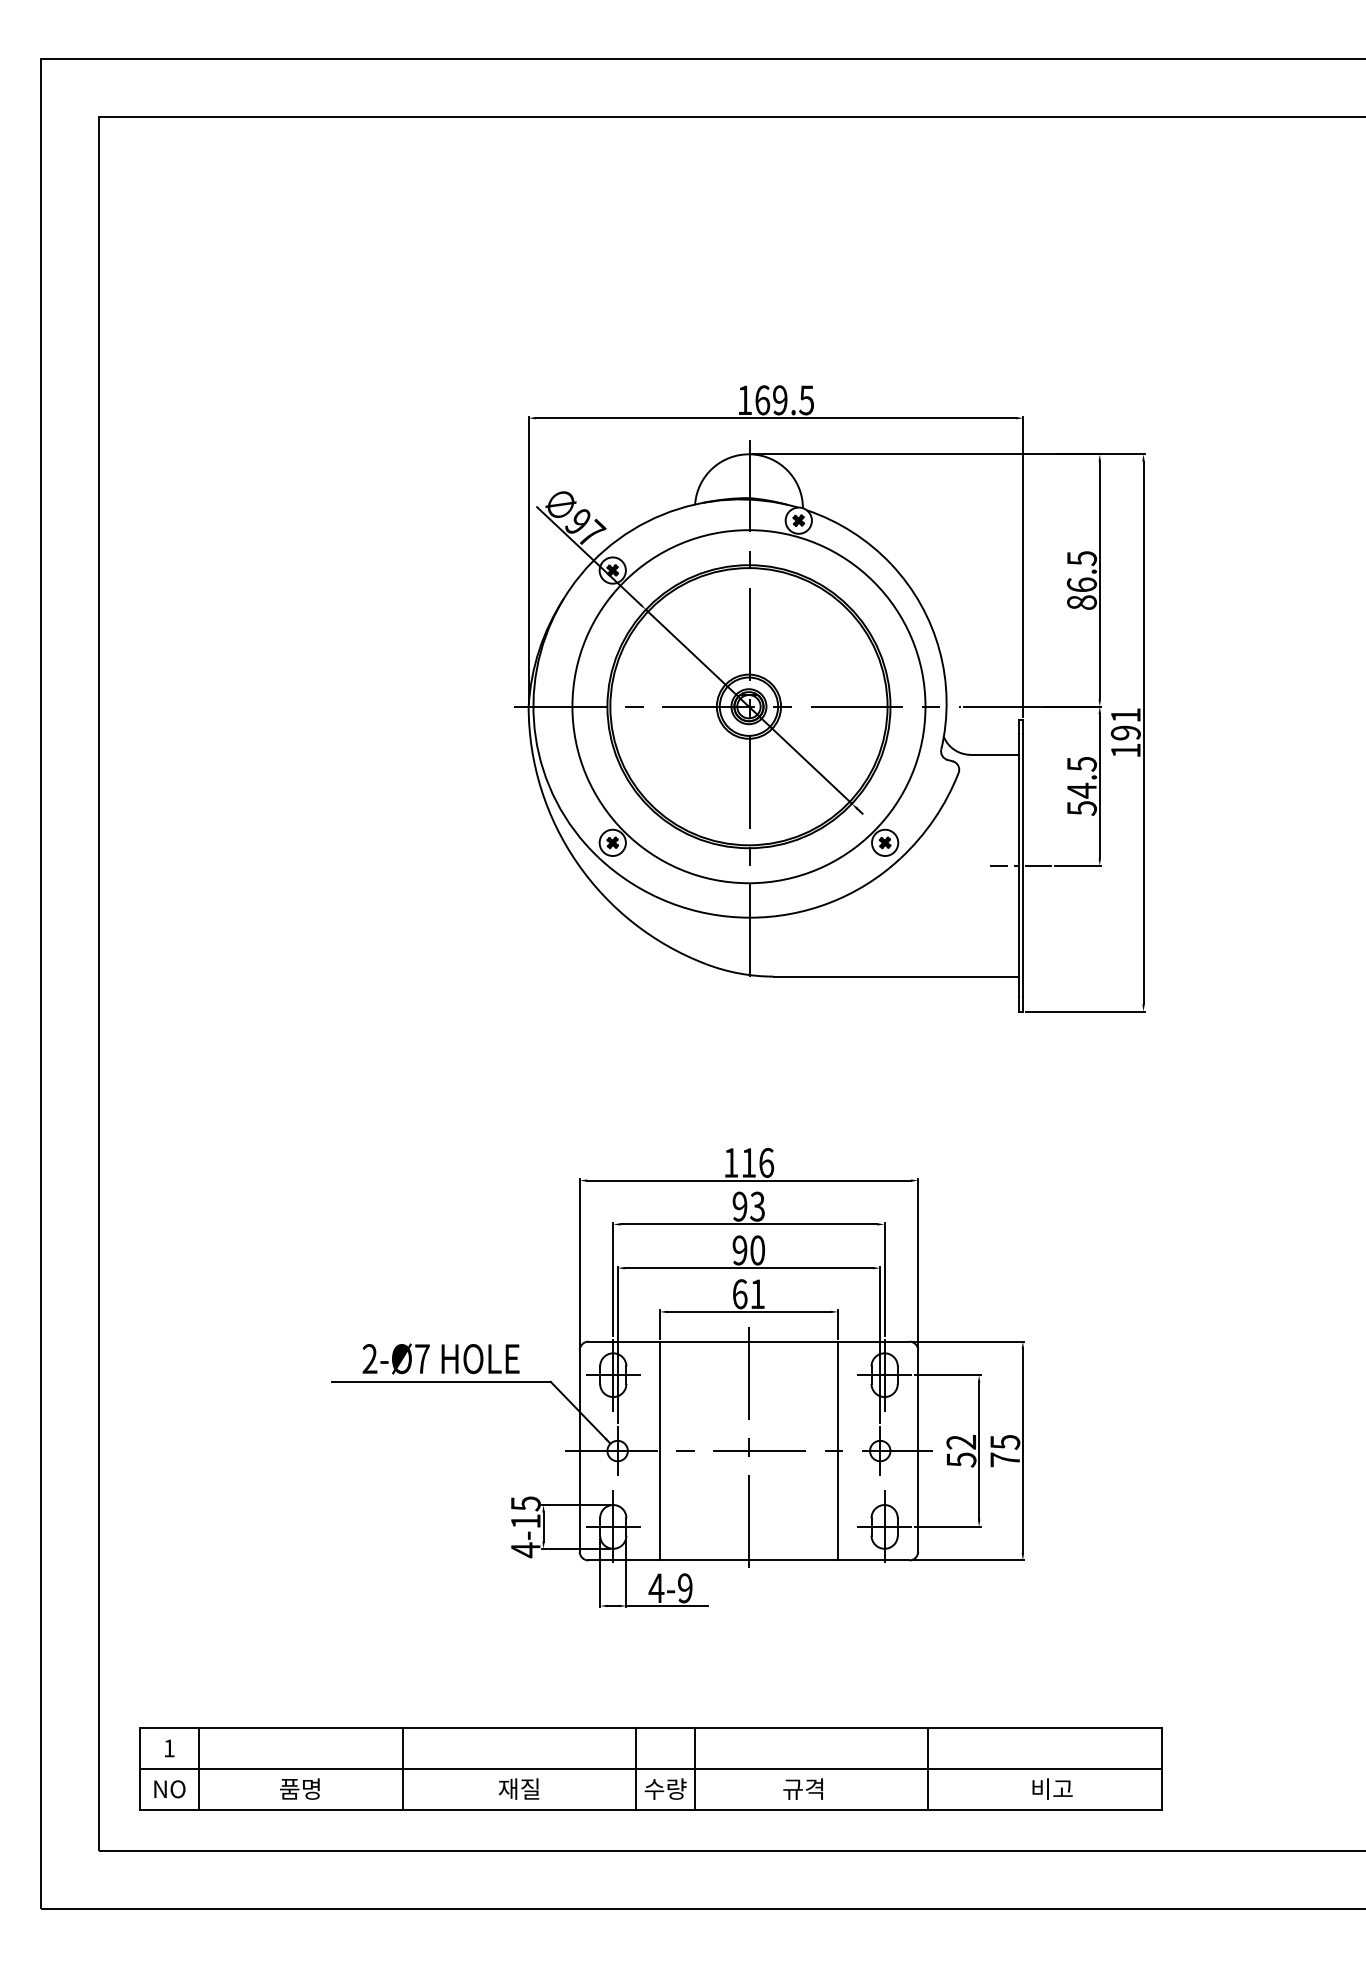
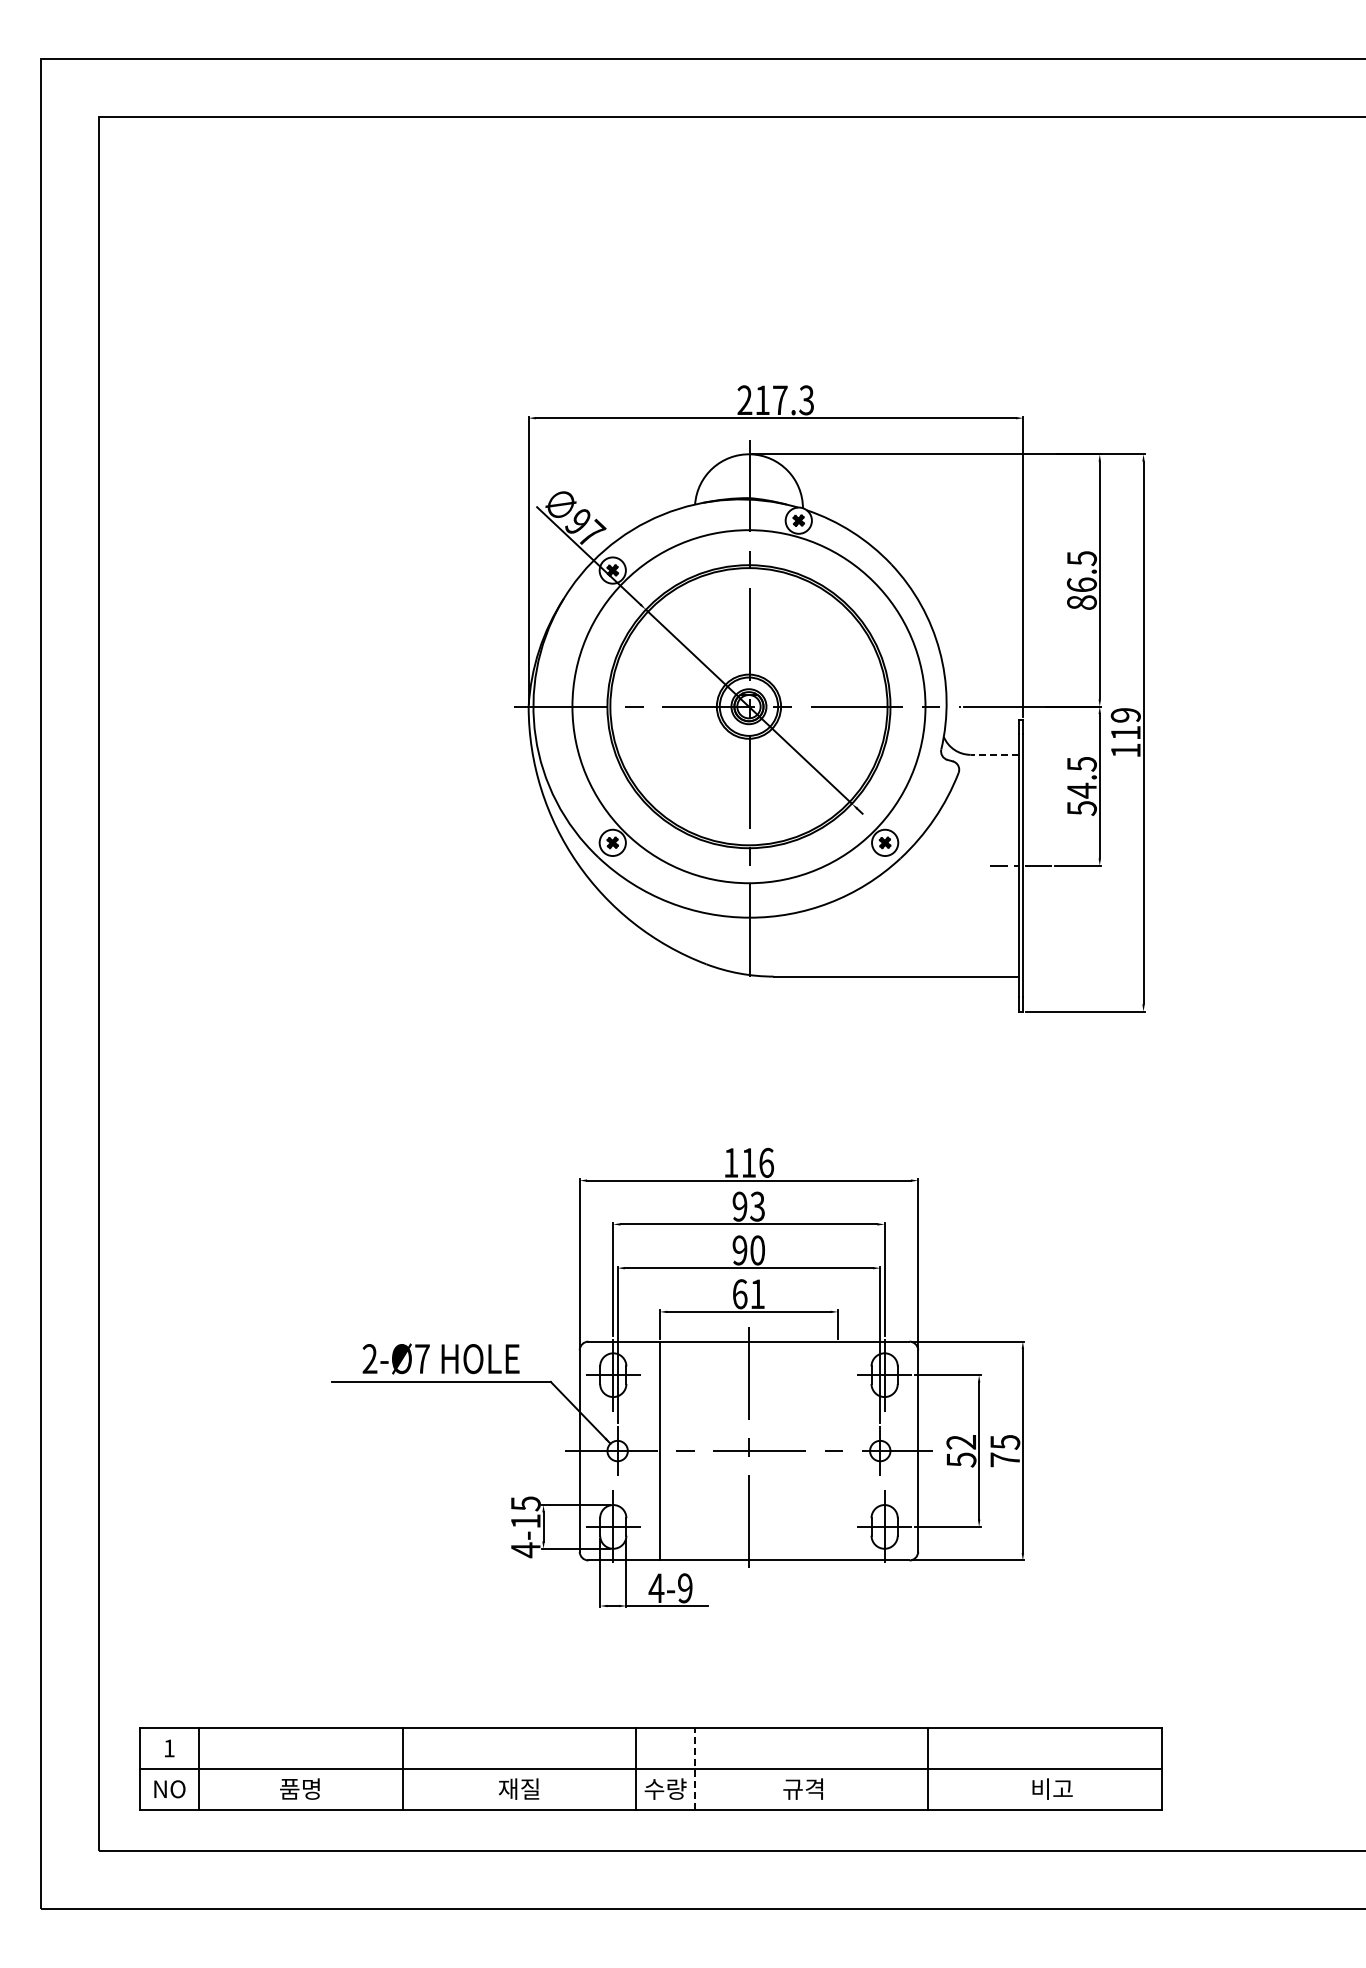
text at (775, 400): 169.5 -> 217.3
text at (1125, 724): 191 -> 119
line at (994, 754): solid -> dashed
line at (837, 1450): present -> none
line at (694, 1768): solid -> dashed
